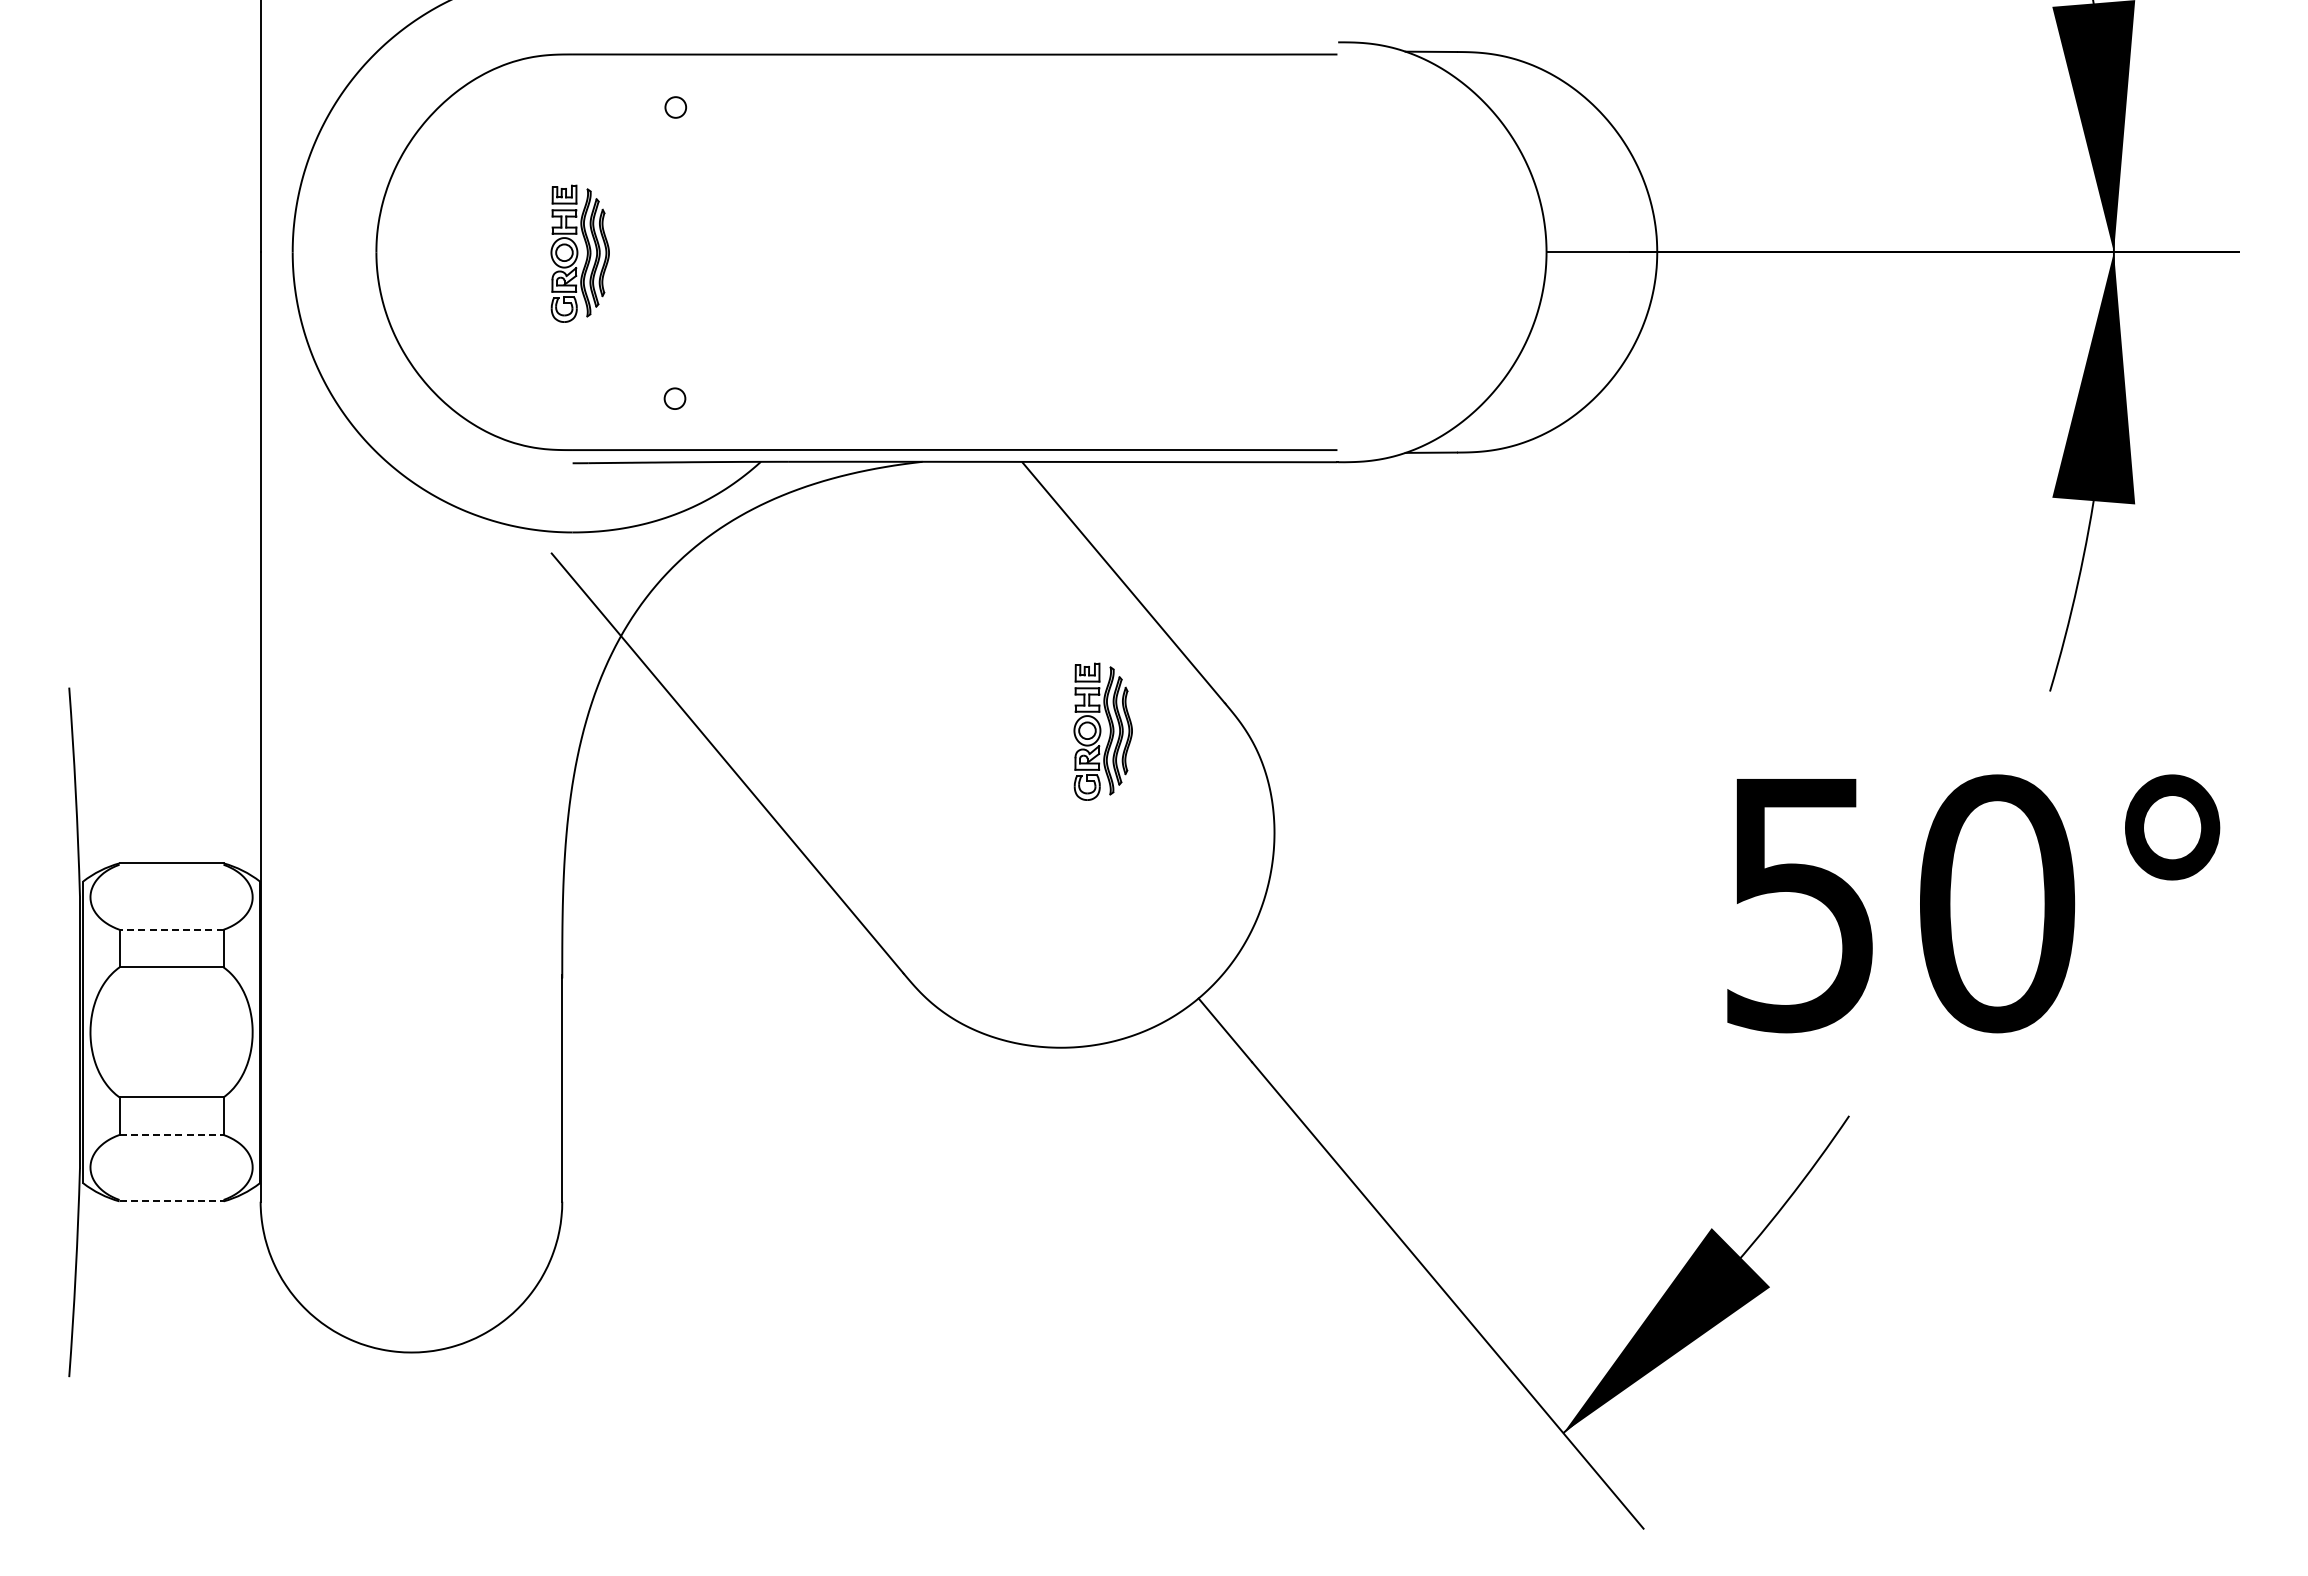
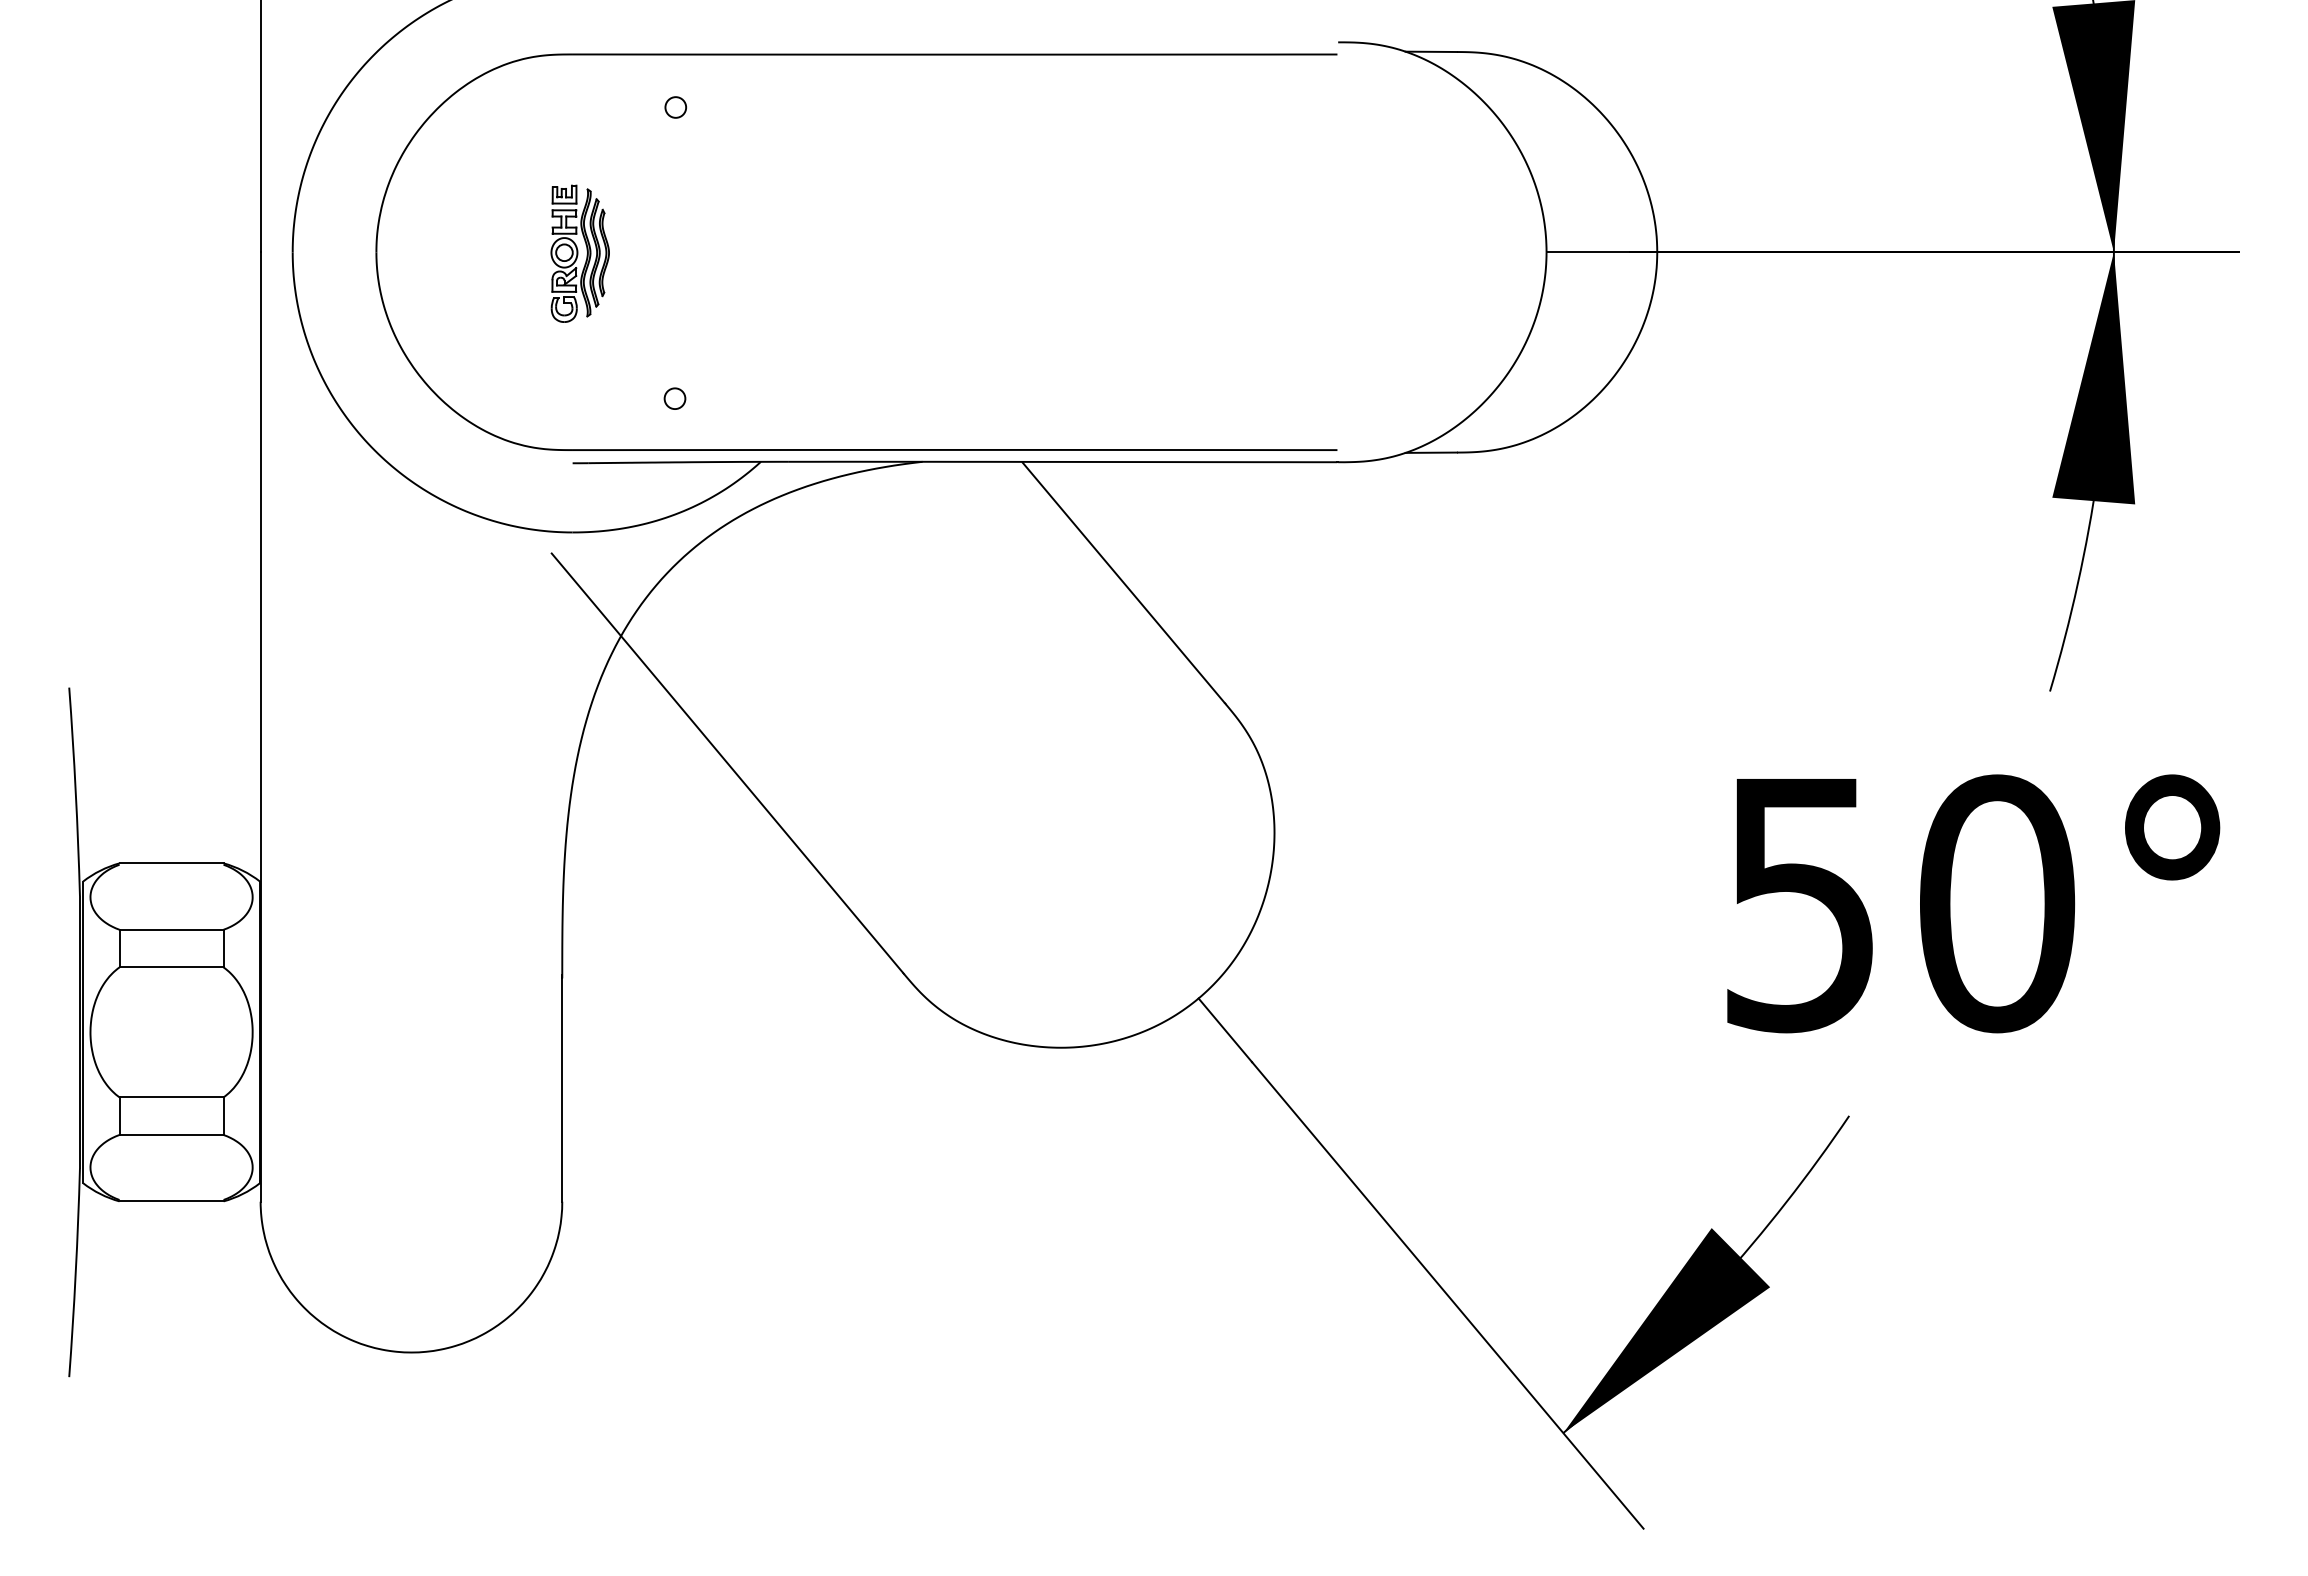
part at (1102, 731): present -> none
line at (171, 929): dashed -> solid
line at (172, 1134): dashed -> solid
line at (172, 1201): dashed -> solid
